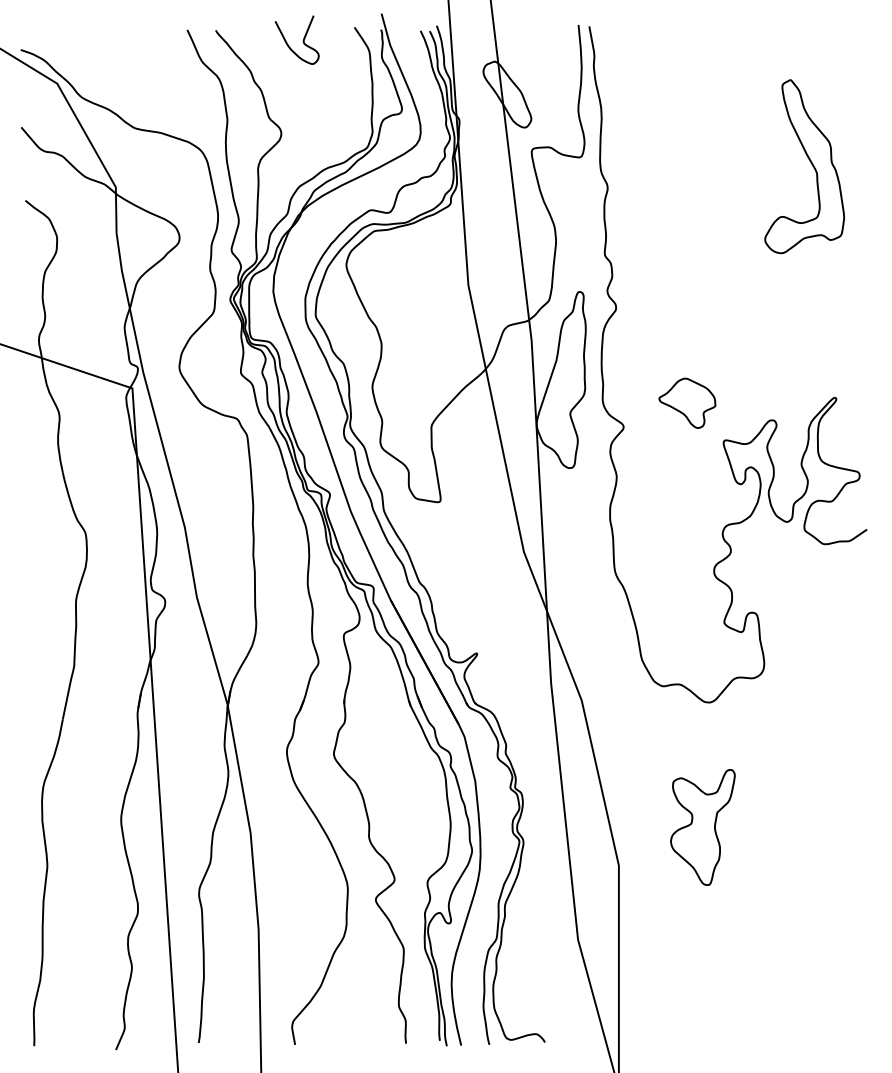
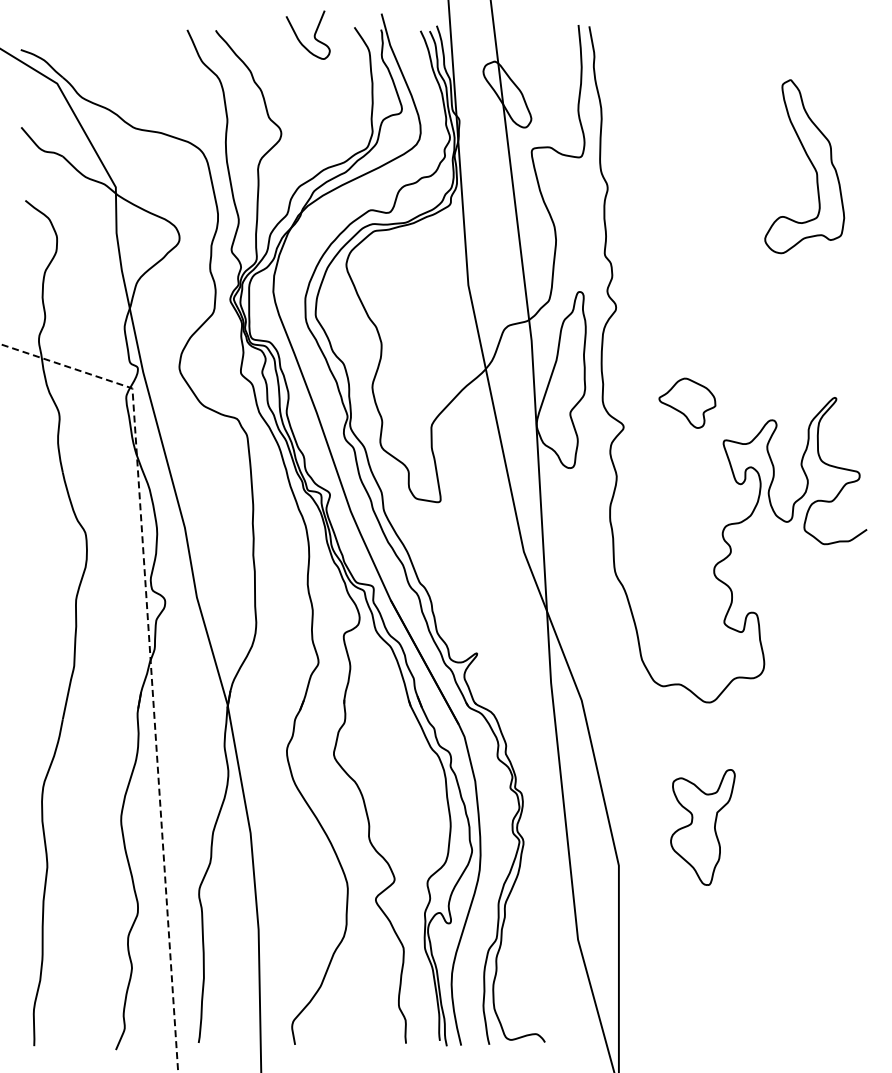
curve at (302, 40) position: (302, 40) -> (313, 35)
line at (150, 660): solid -> dashed
